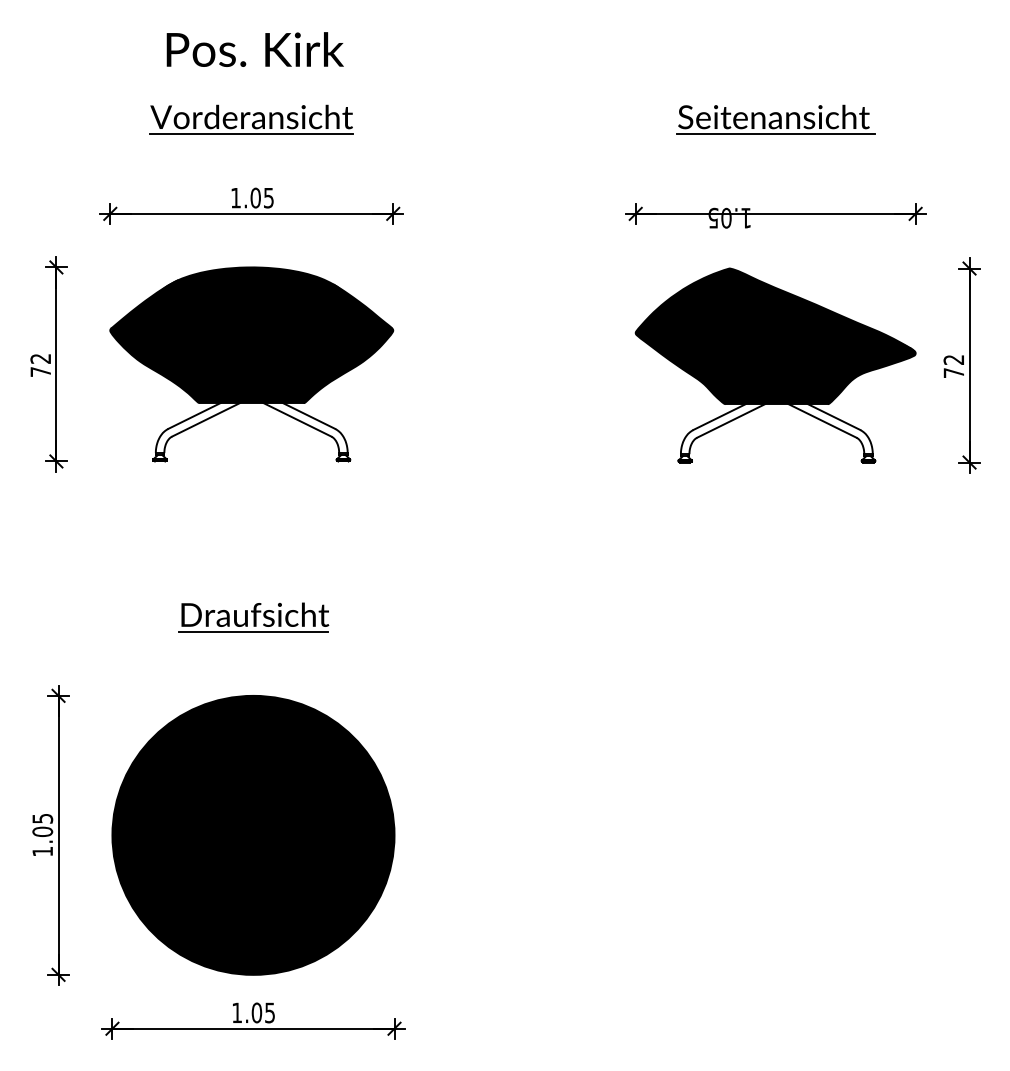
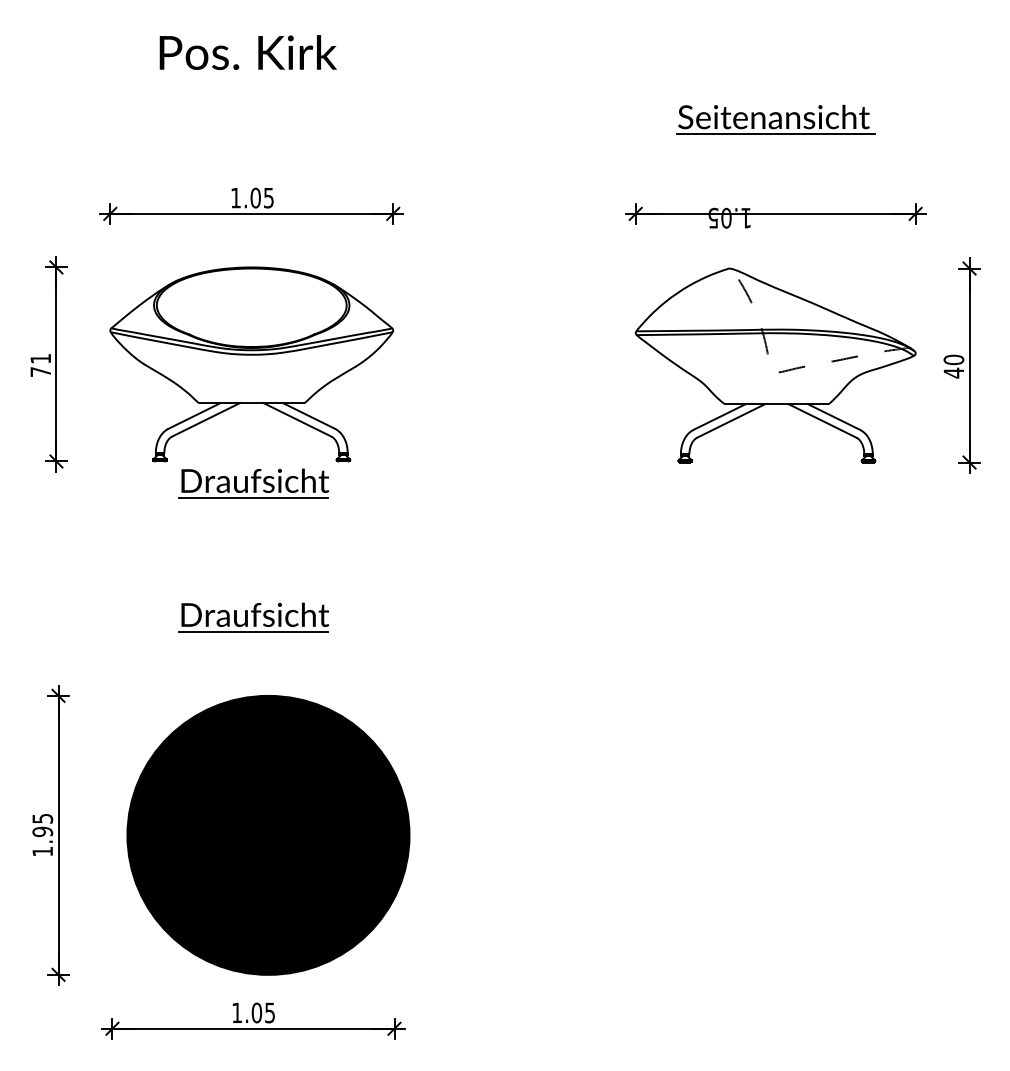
text at (254, 49) position: (254, 49) -> (247, 52)
part at (251, 119): present -> none
fill at (251, 335): present -> none
fill at (775, 336): present -> none
text at (40, 358): 72 -> 71
text at (953, 366): 72 -> 40
part at (253, 483): none -> present
text at (42, 831): 1.05 -> 1.95
part at (253, 835) position: (253, 835) -> (268, 835)
